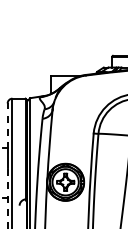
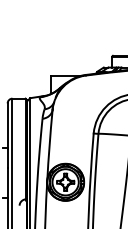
line at (7, 126): dashed -> solid
line at (7, 198): dashed -> solid
